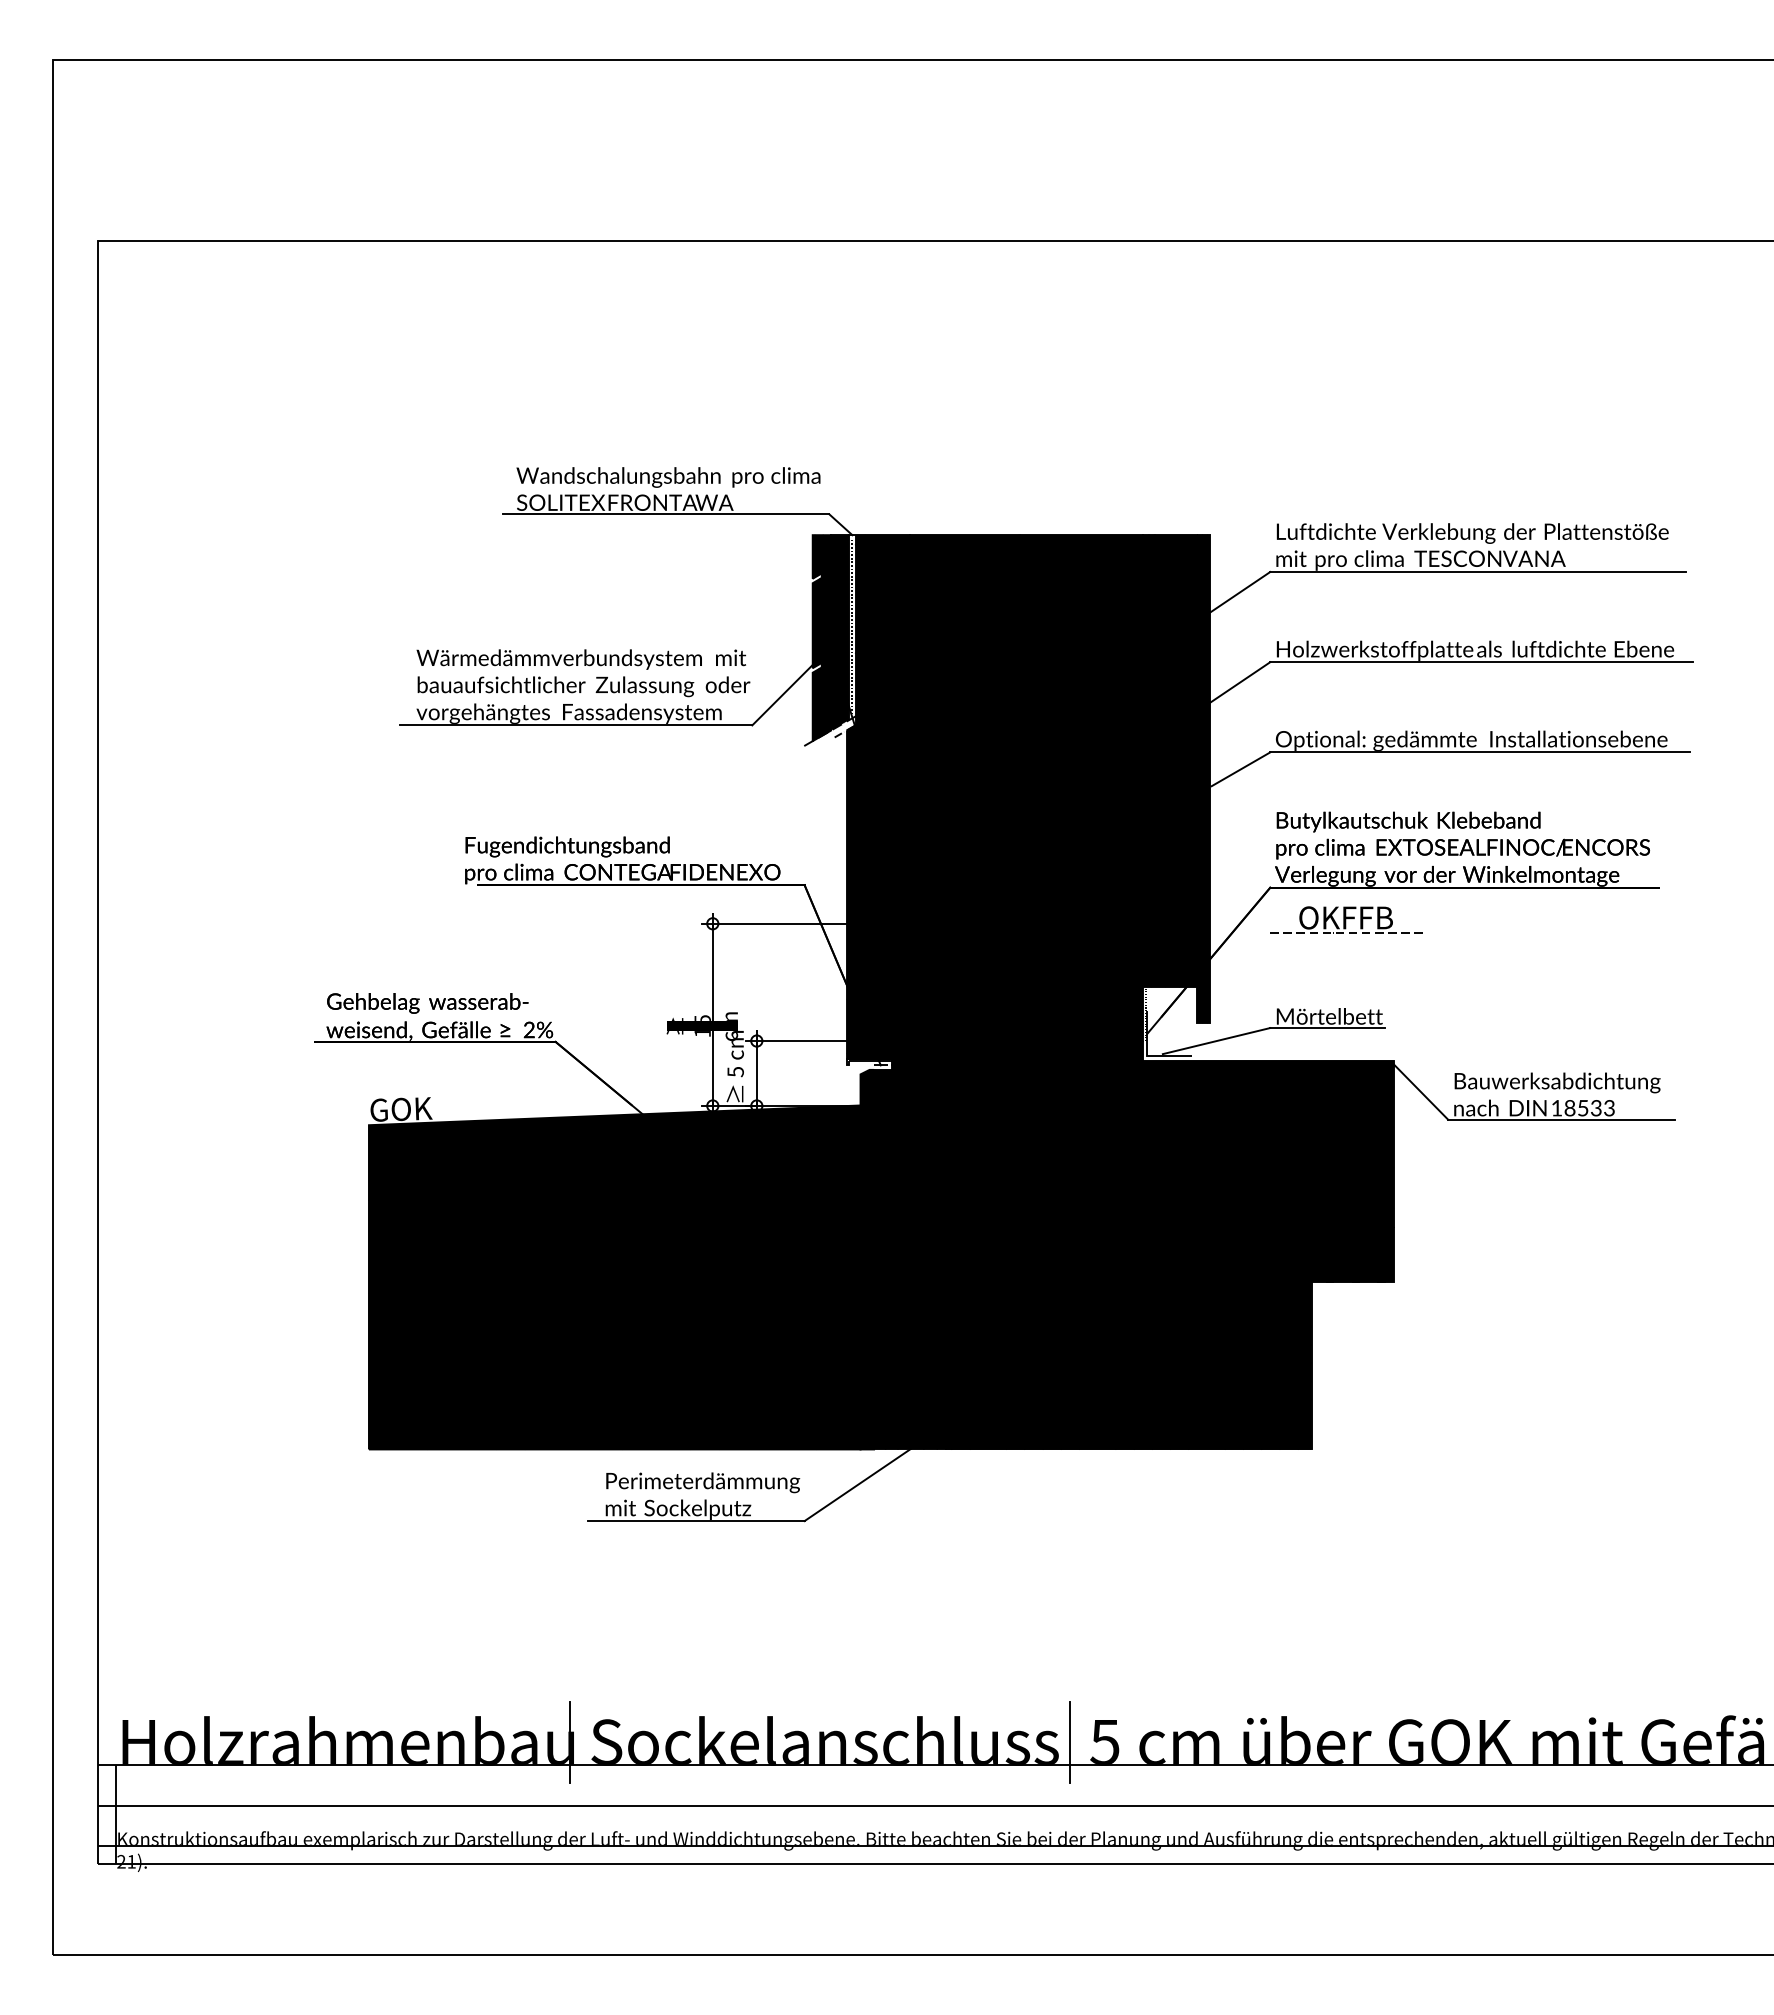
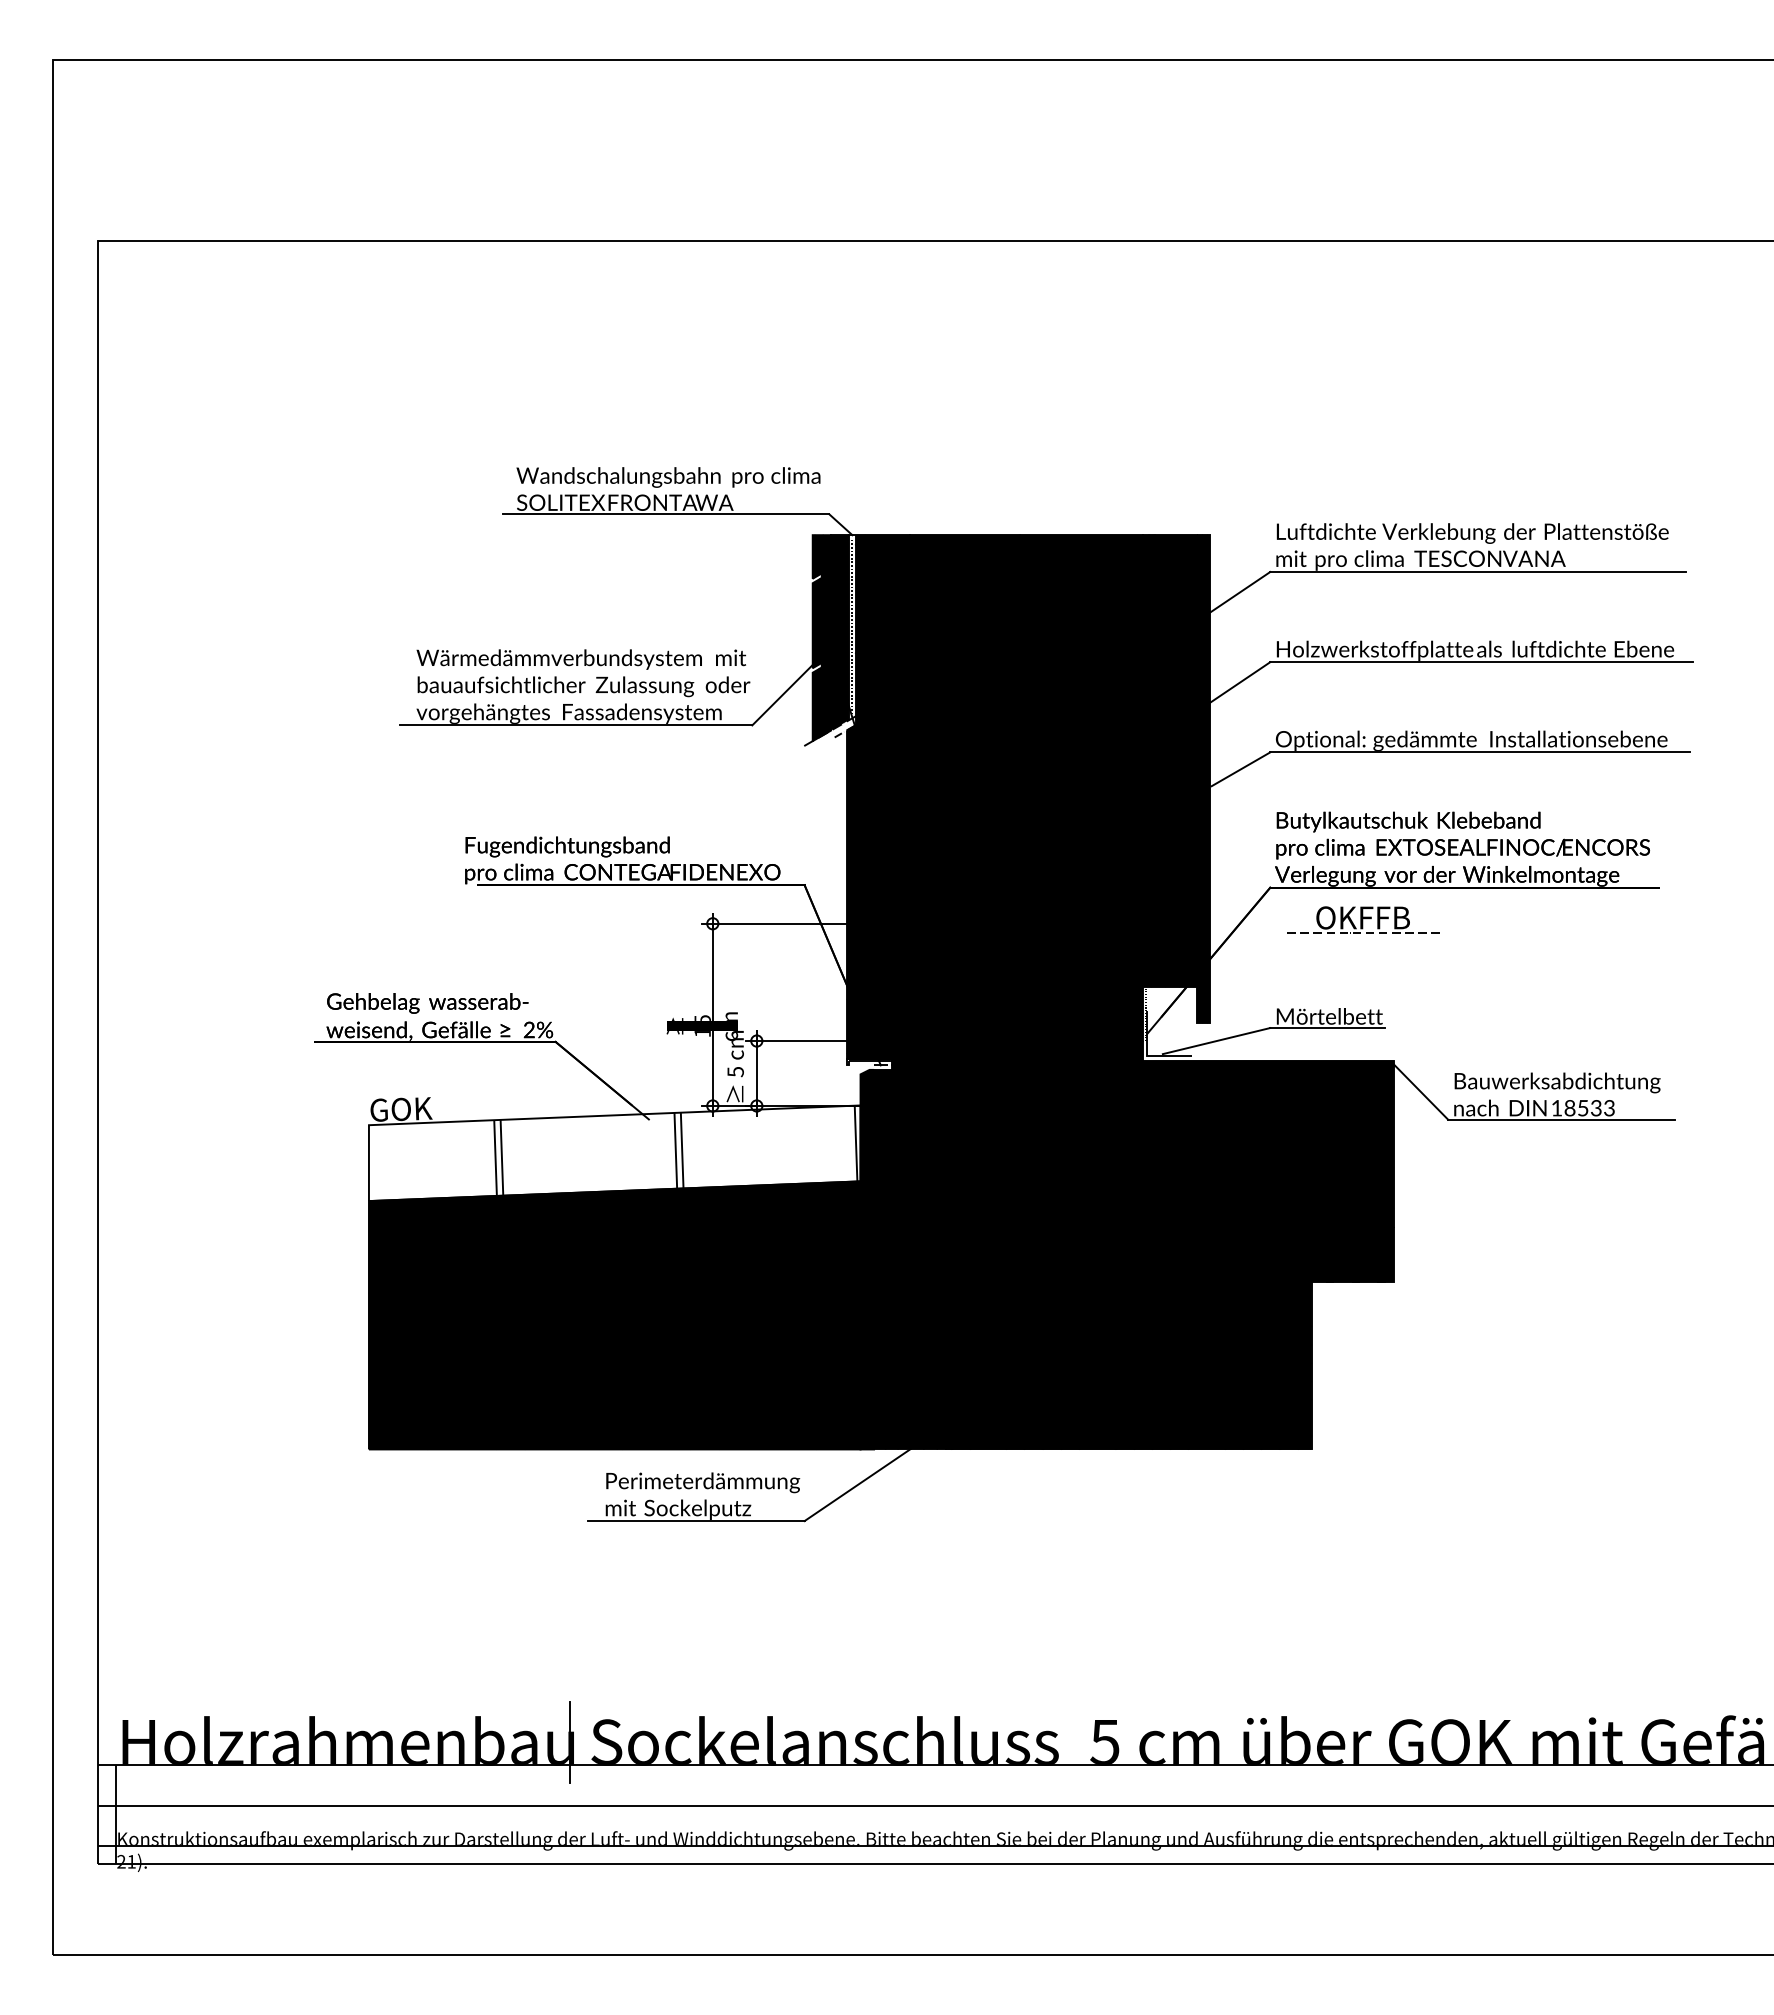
part at (1346, 919) position: (1346, 919) -> (1363, 919)
fill at (614, 1153): present -> none
line at (1070, 1742): present -> none
